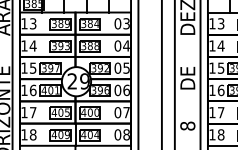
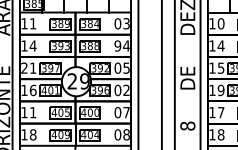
text at (32, 23): 13 -> 11
text at (220, 23): 13 -> 10
text at (117, 45): 04 -> 94
text at (28, 67): 15 -> 21
text at (126, 90): 06 -> 02
text at (220, 90): 16 -> 19
text at (33, 112): 17 -> 11
